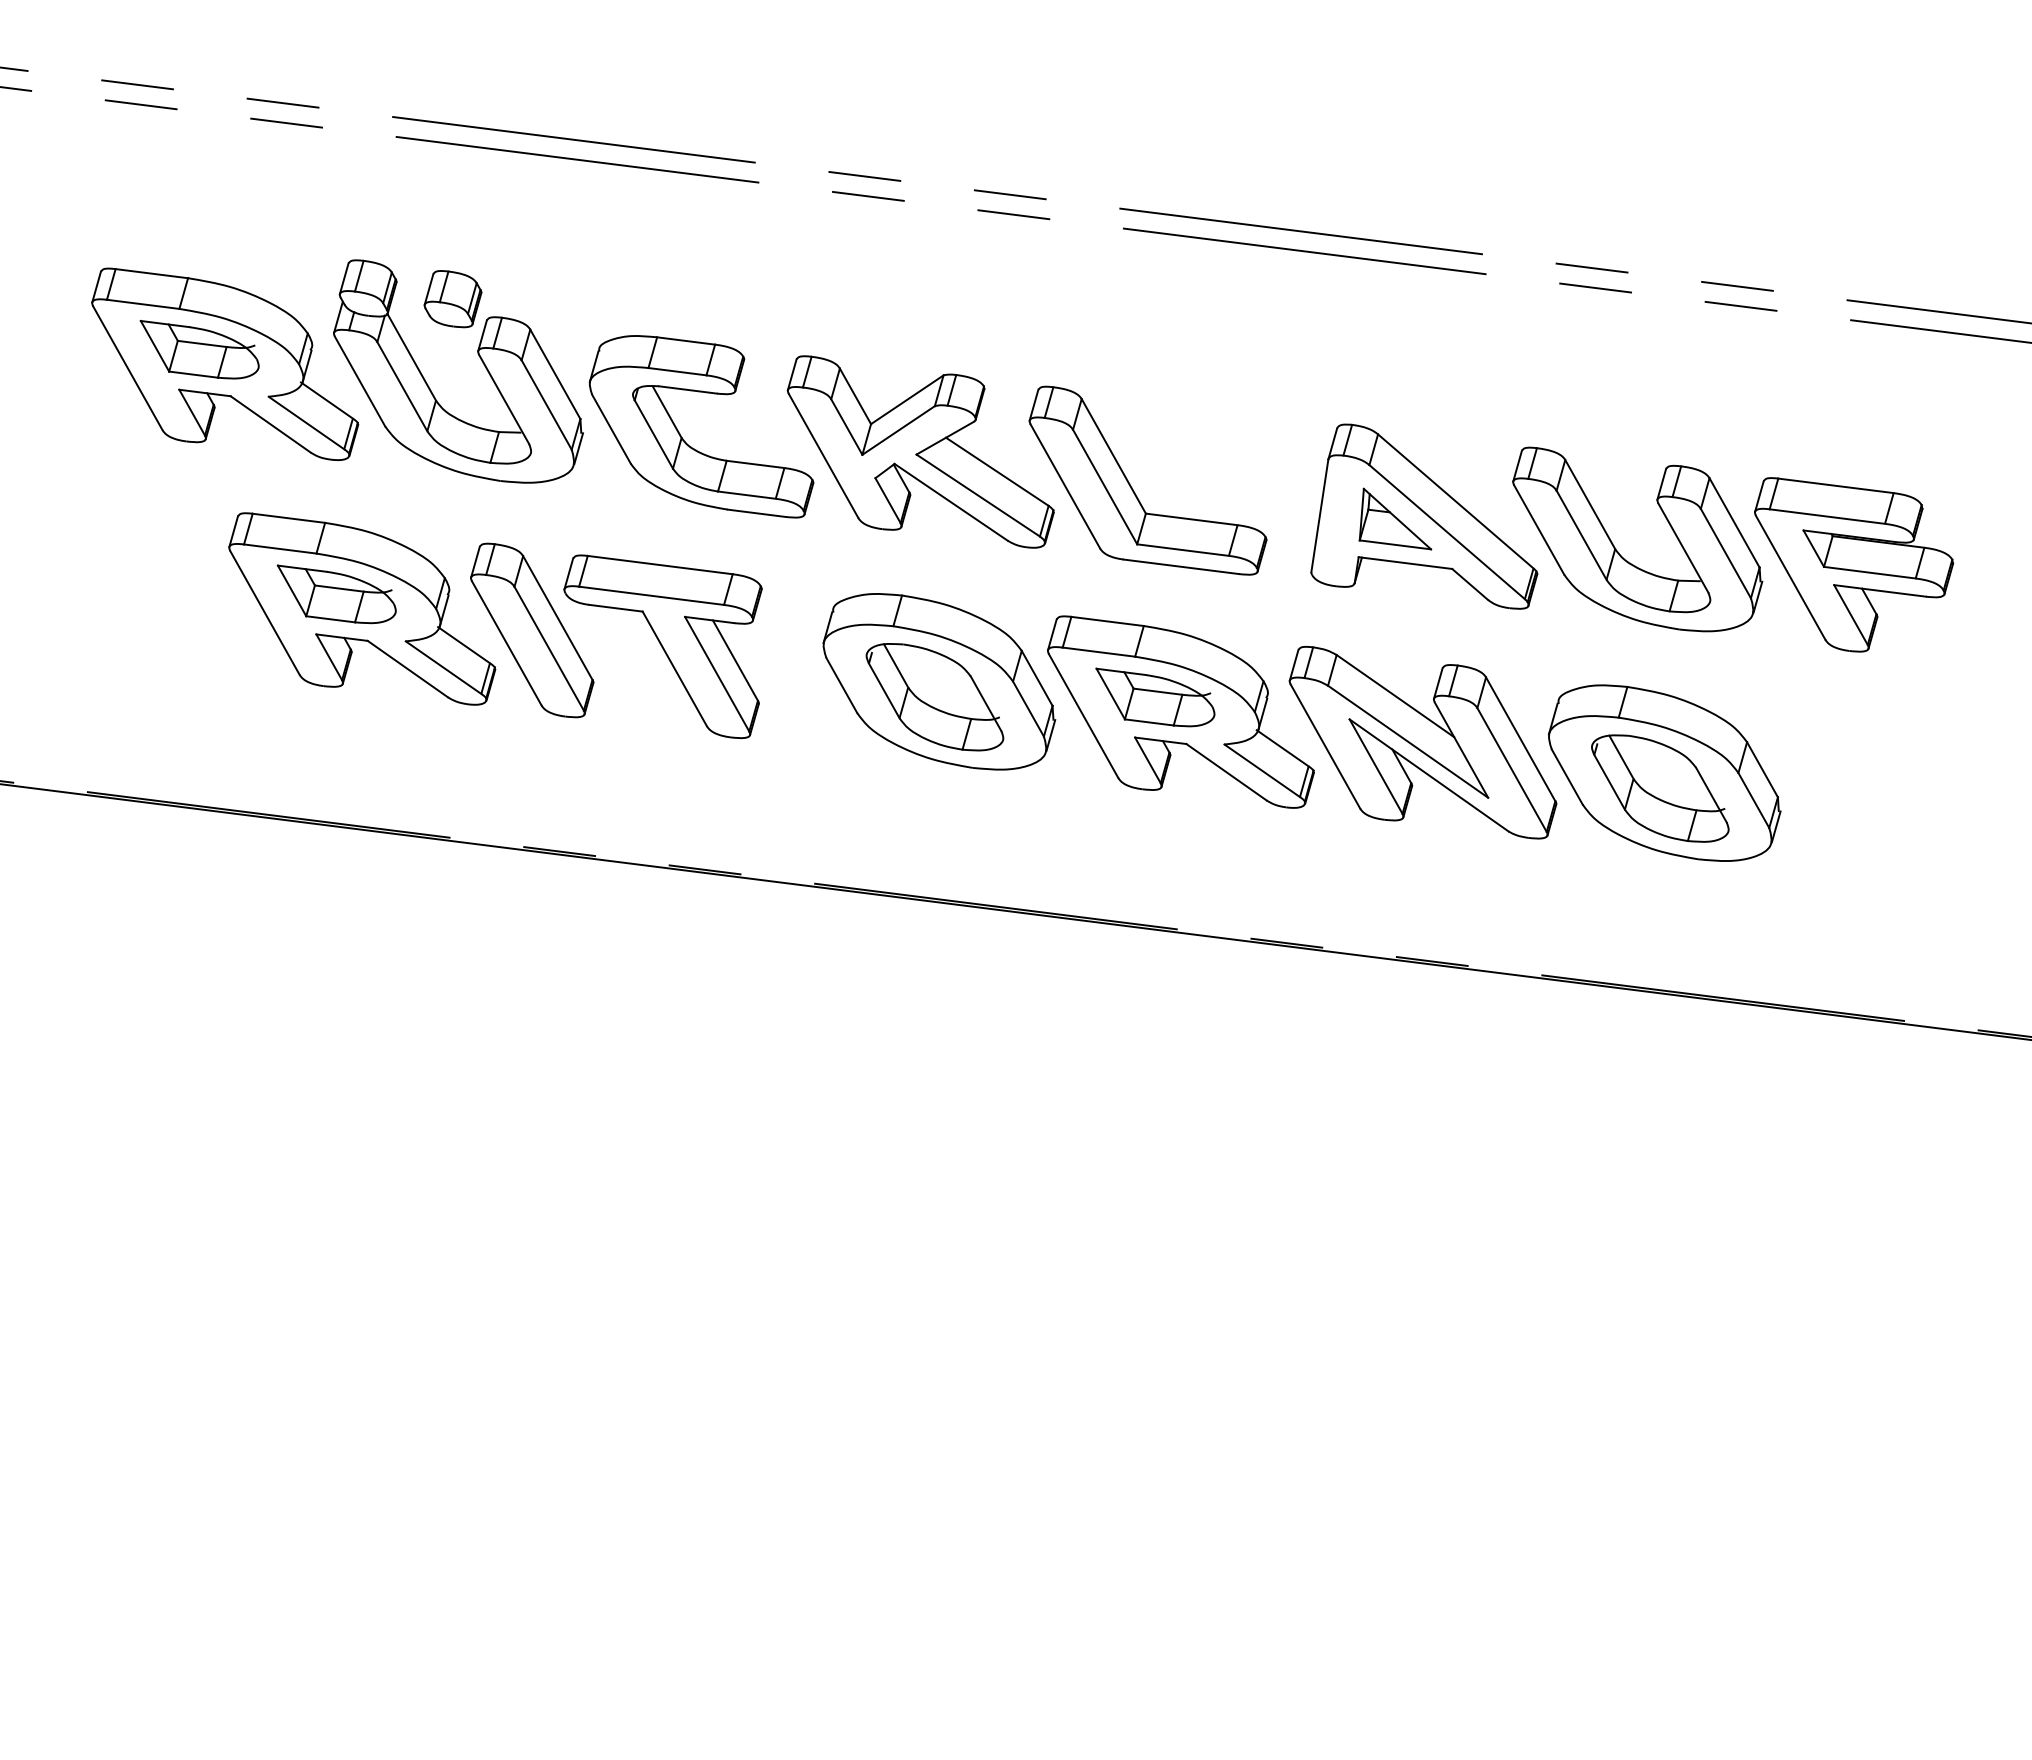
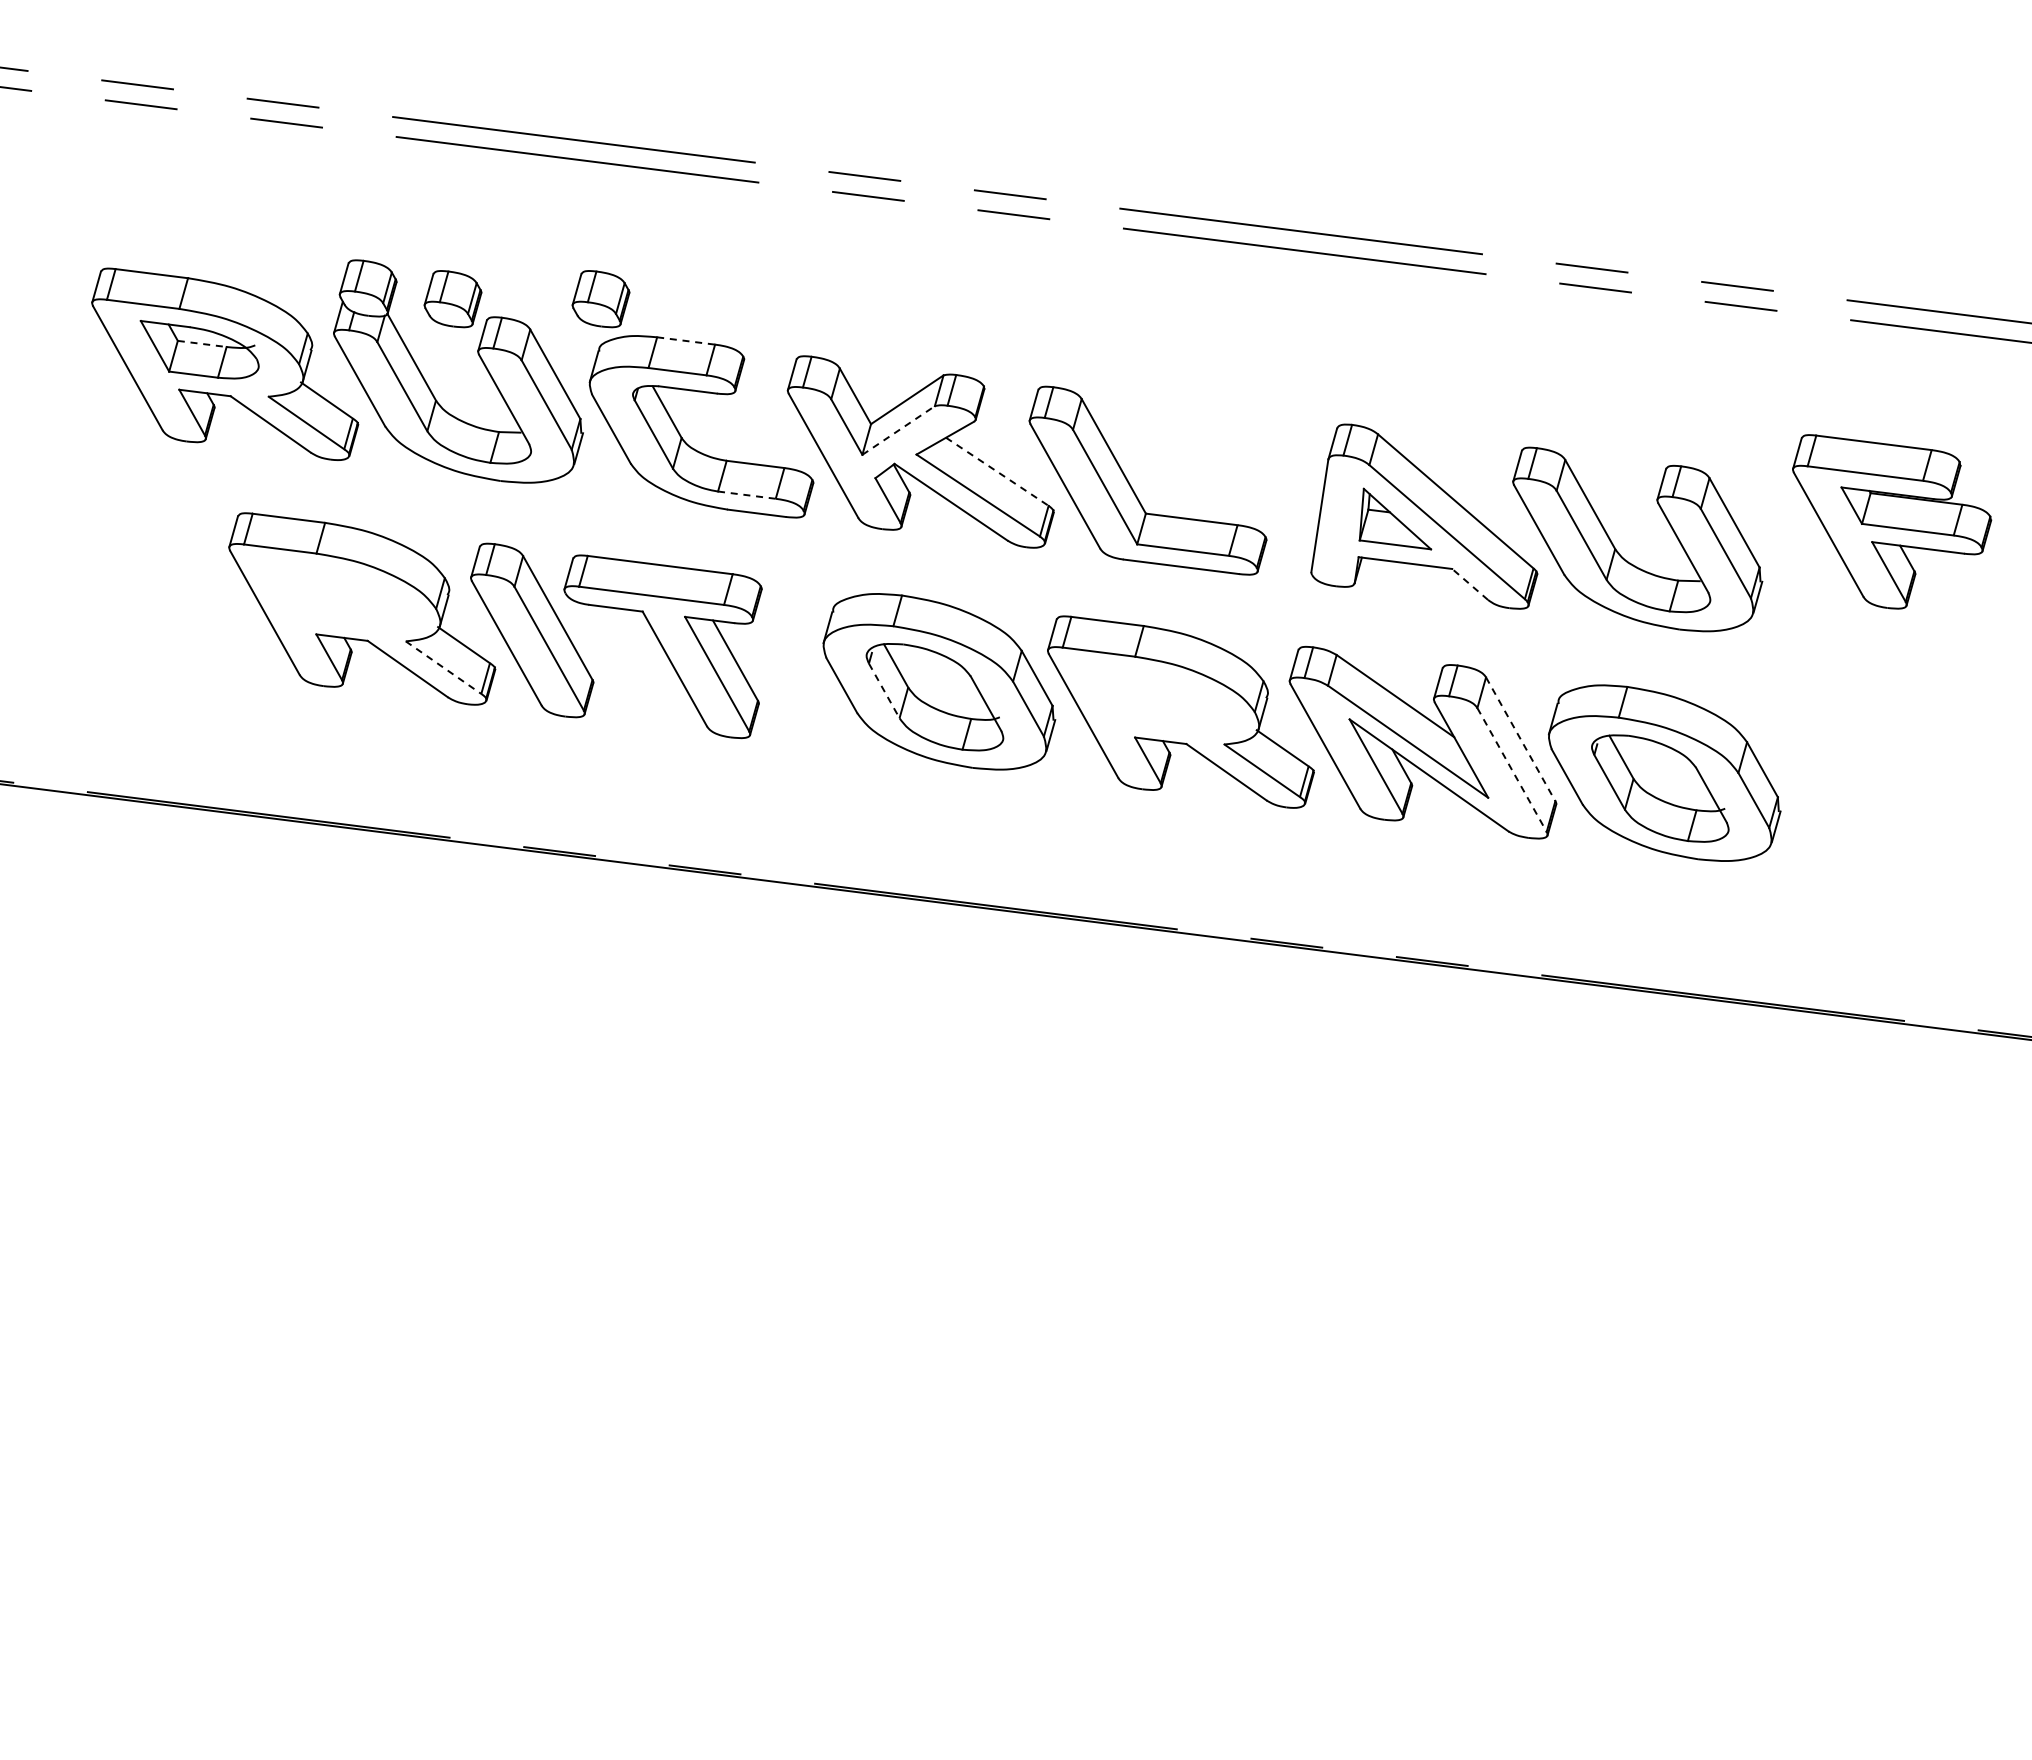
part at (600, 299): none -> present
line at (686, 341): solid -> dashed
line at (202, 343): solid -> dashed
line at (898, 430): solid -> dashed
line at (997, 471): solid -> dashed
line at (747, 495): solid -> dashed
part at (1854, 564) position: (1854, 564) -> (1892, 521)
line at (1470, 584): solid -> dashed
part at (336, 594): present -> none
line at (443, 667): solid -> dashed
line at (884, 691): solid -> dashed
part at (1155, 697): present -> none
line at (1520, 739): solid -> dashed
line at (1512, 770): solid -> dashed
